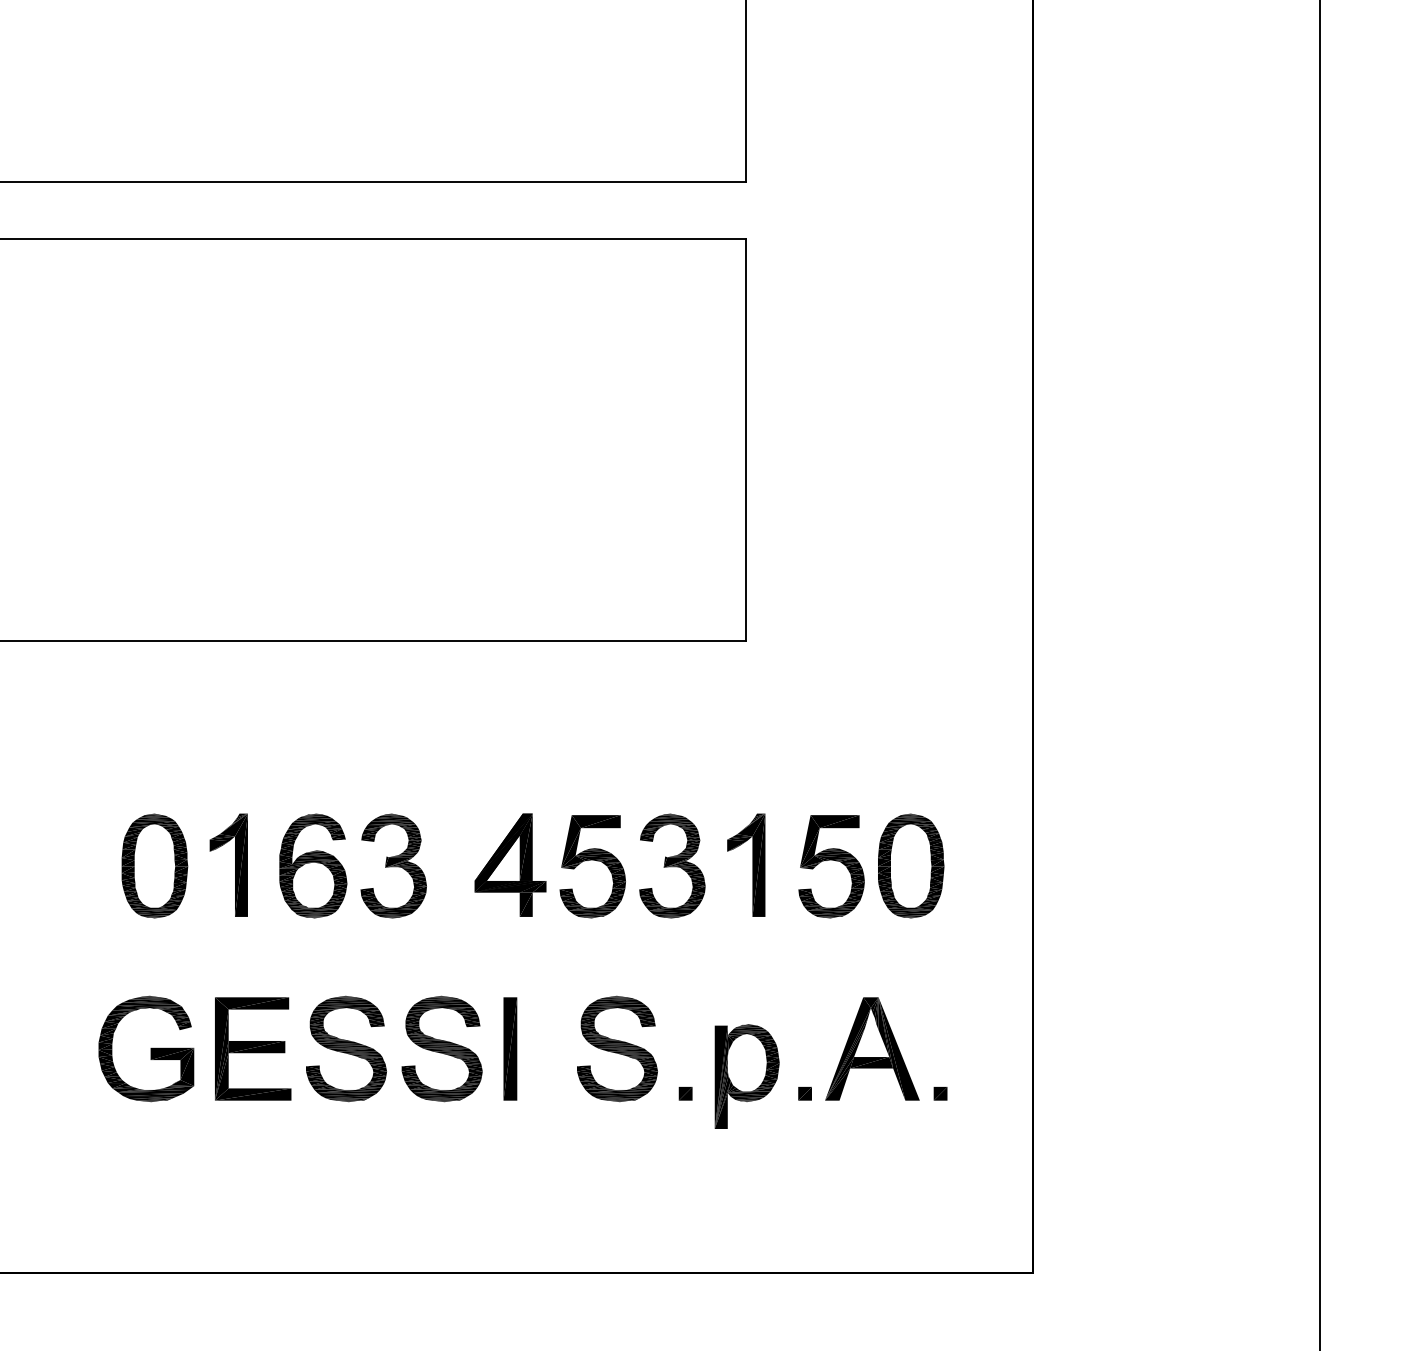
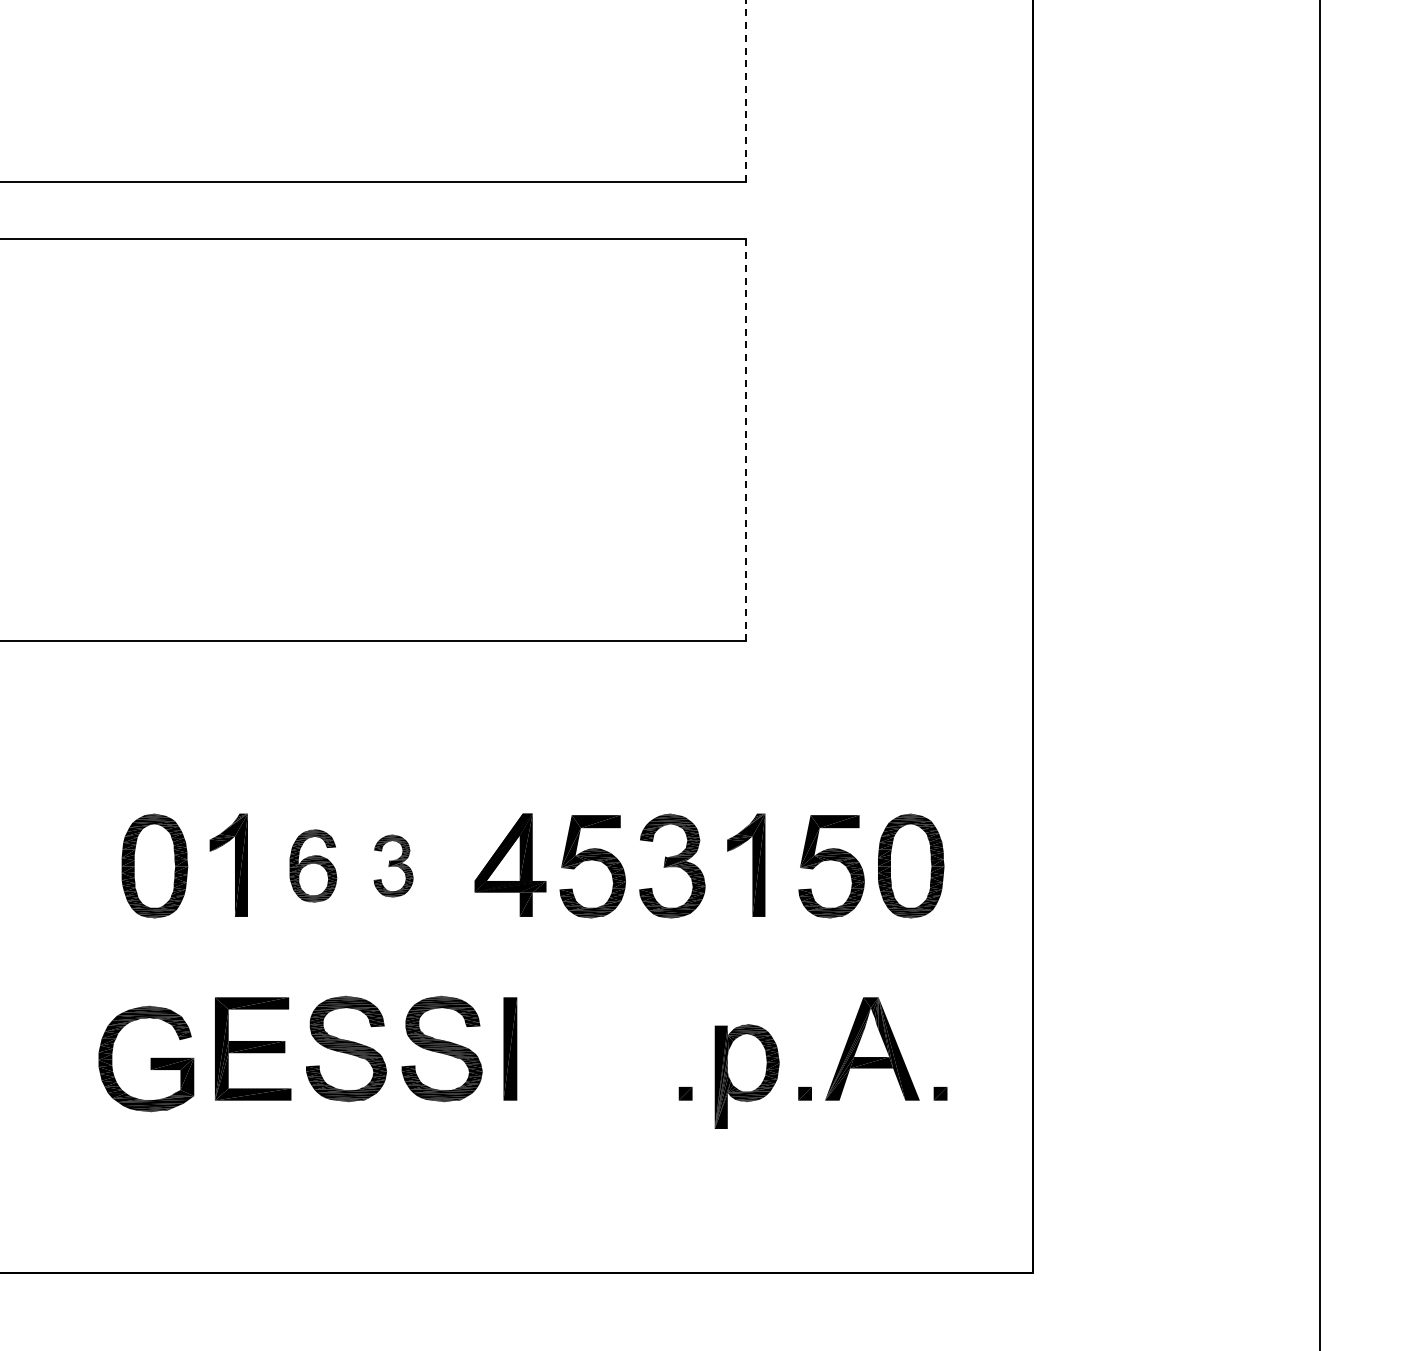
line at (746, 91): solid -> dashed
line at (746, 440): solid -> dashed
part at (313, 865) size: 69x106 px -> 49x74 px
part at (393, 865) size: 67x106 px -> 41x64 px
part at (146, 1048) position: (146, 1048) -> (146, 1058)
part at (617, 1048): present -> none
